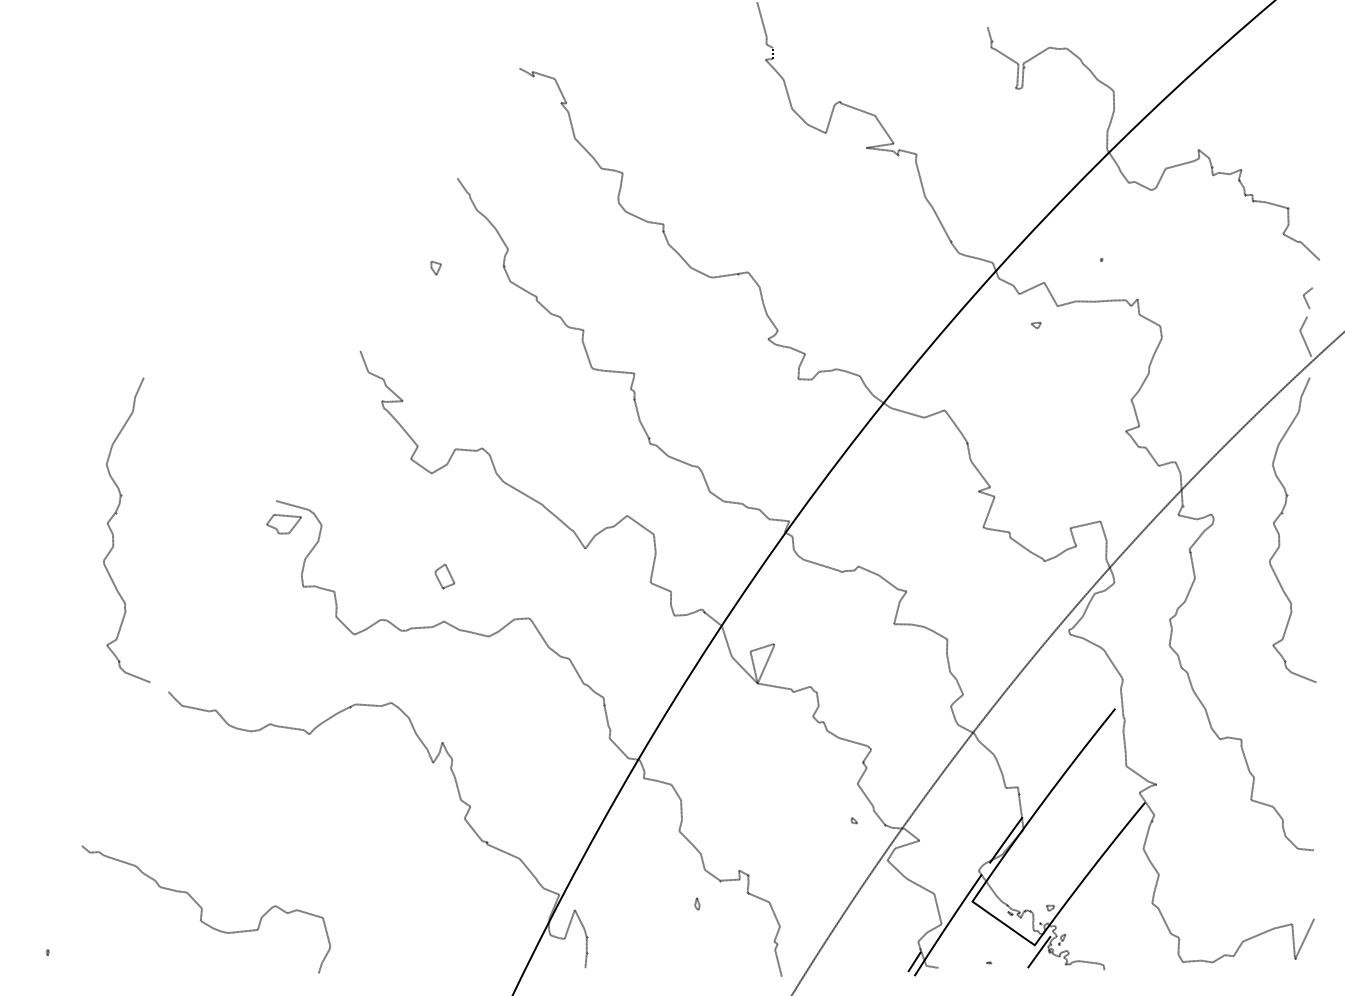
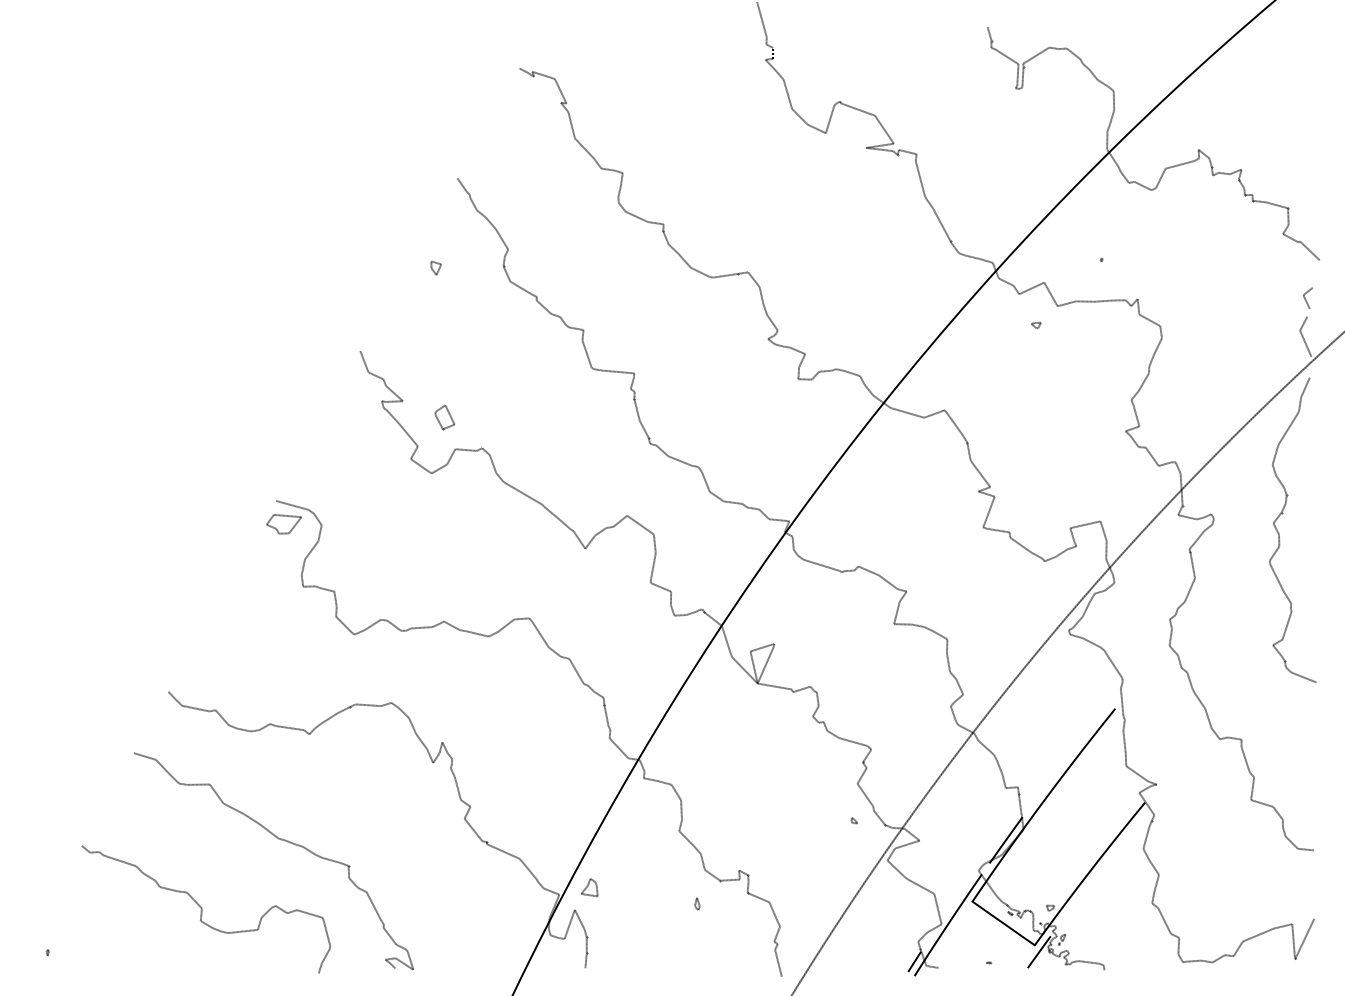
curve at (113, 533): present -> none
part at (444, 576) position: (444, 576) -> (444, 417)
curve at (281, 840): none -> present
part at (589, 887): none -> present
